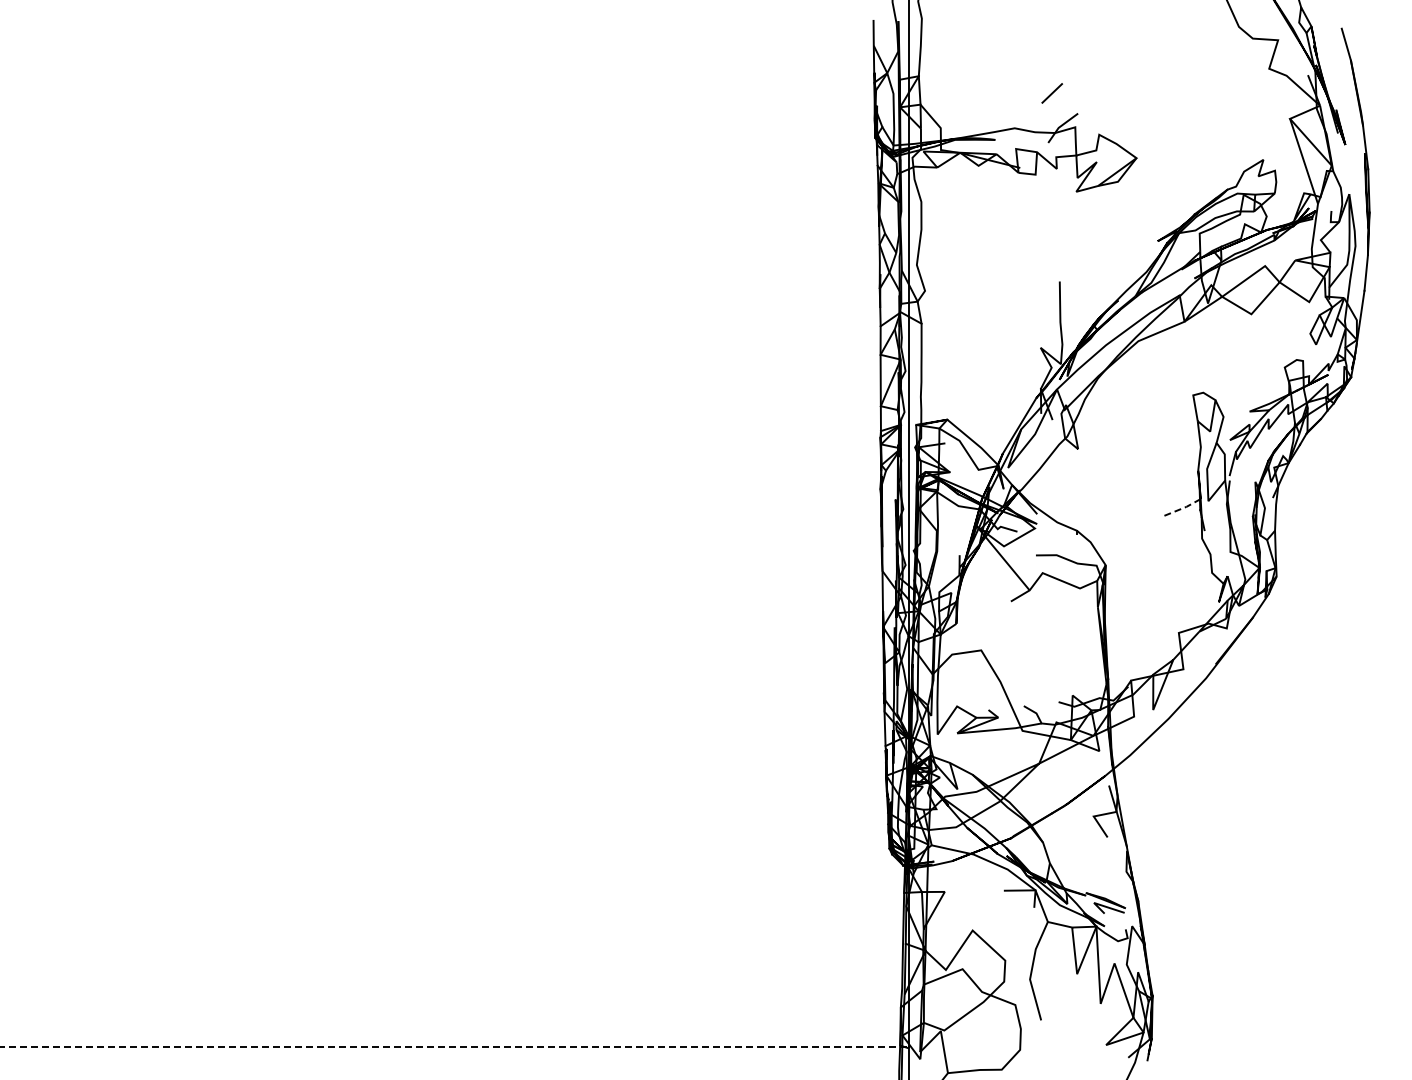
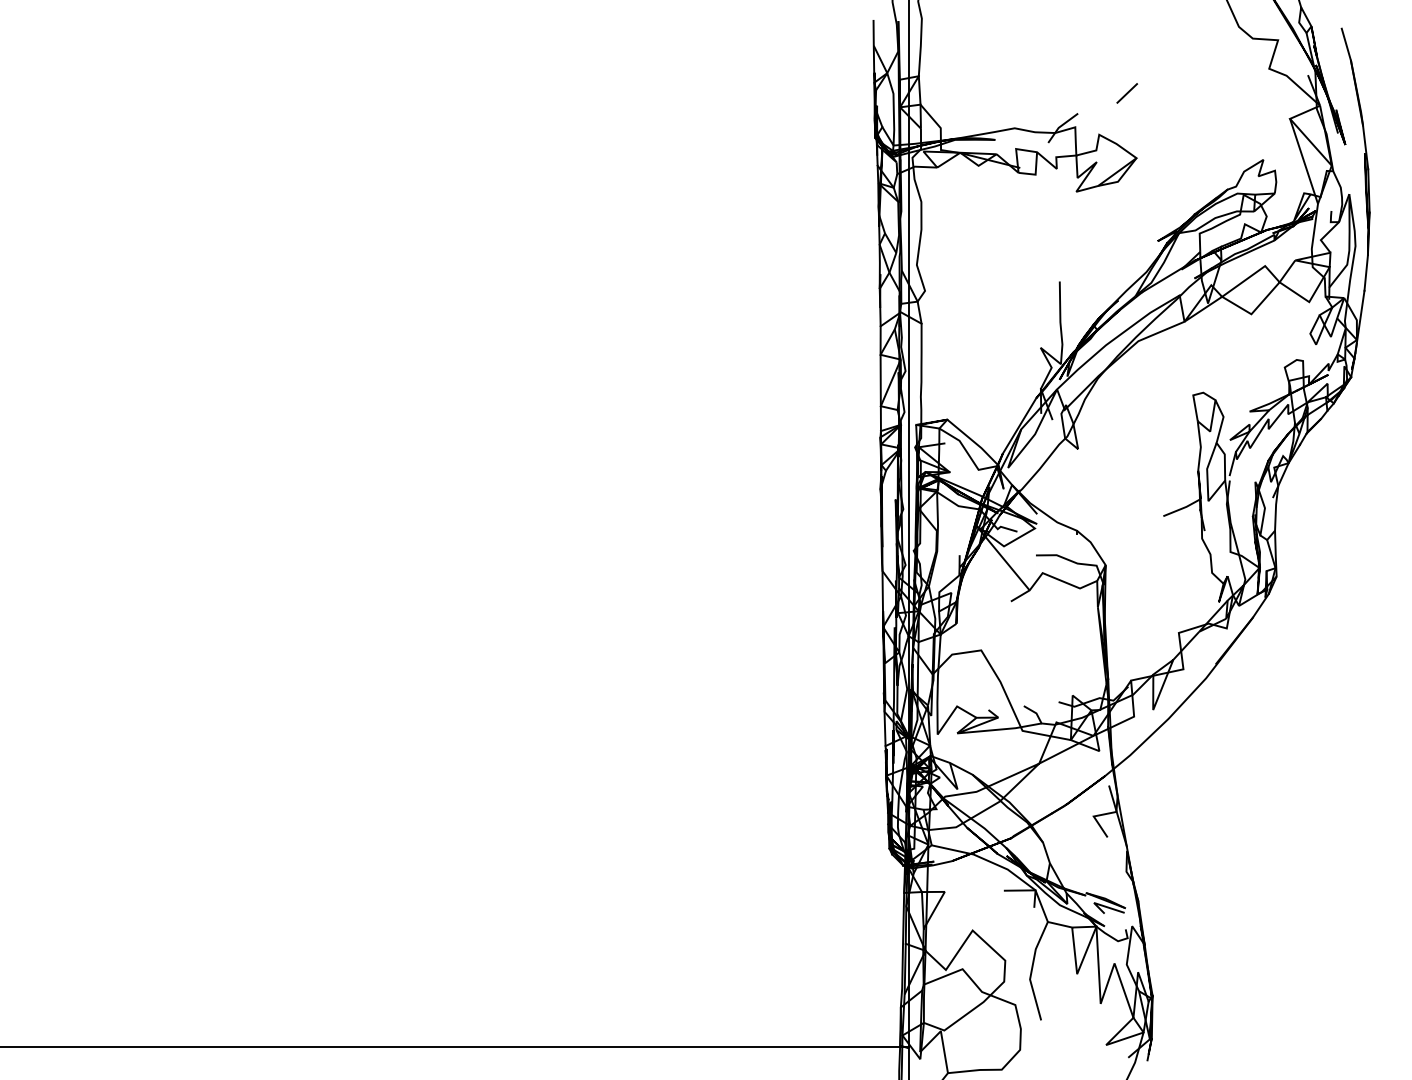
line at (1051, 93) position: (1051, 93) -> (1126, 93)
line at (1182, 508): dashed -> solid
line at (455, 1046): dashed -> solid
